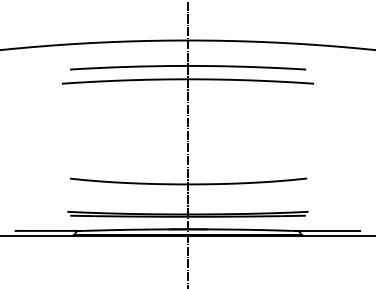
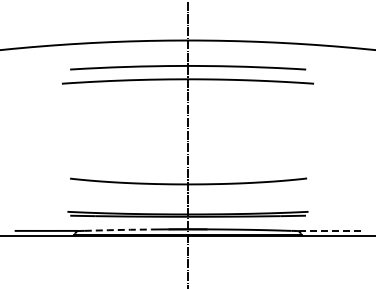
line at (117, 230): solid -> dashed
line at (328, 230): solid -> dashed
